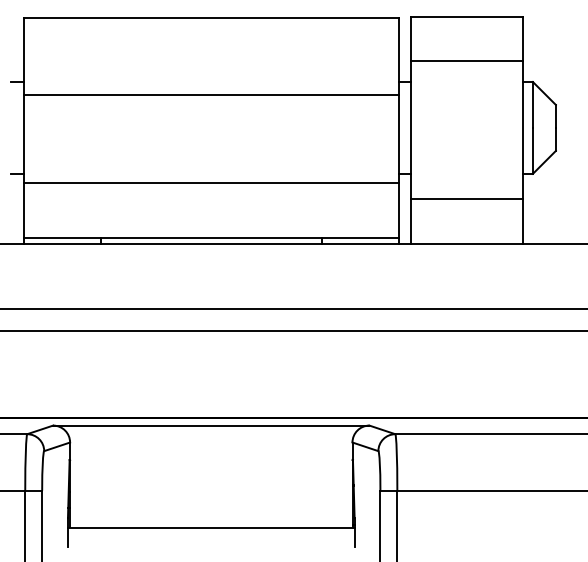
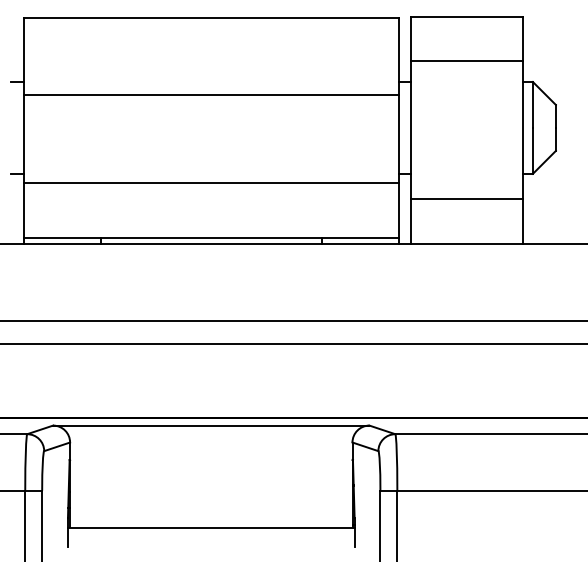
line at (293, 309) position: (293, 309) -> (293, 321)
line at (293, 330) position: (293, 330) -> (293, 343)
